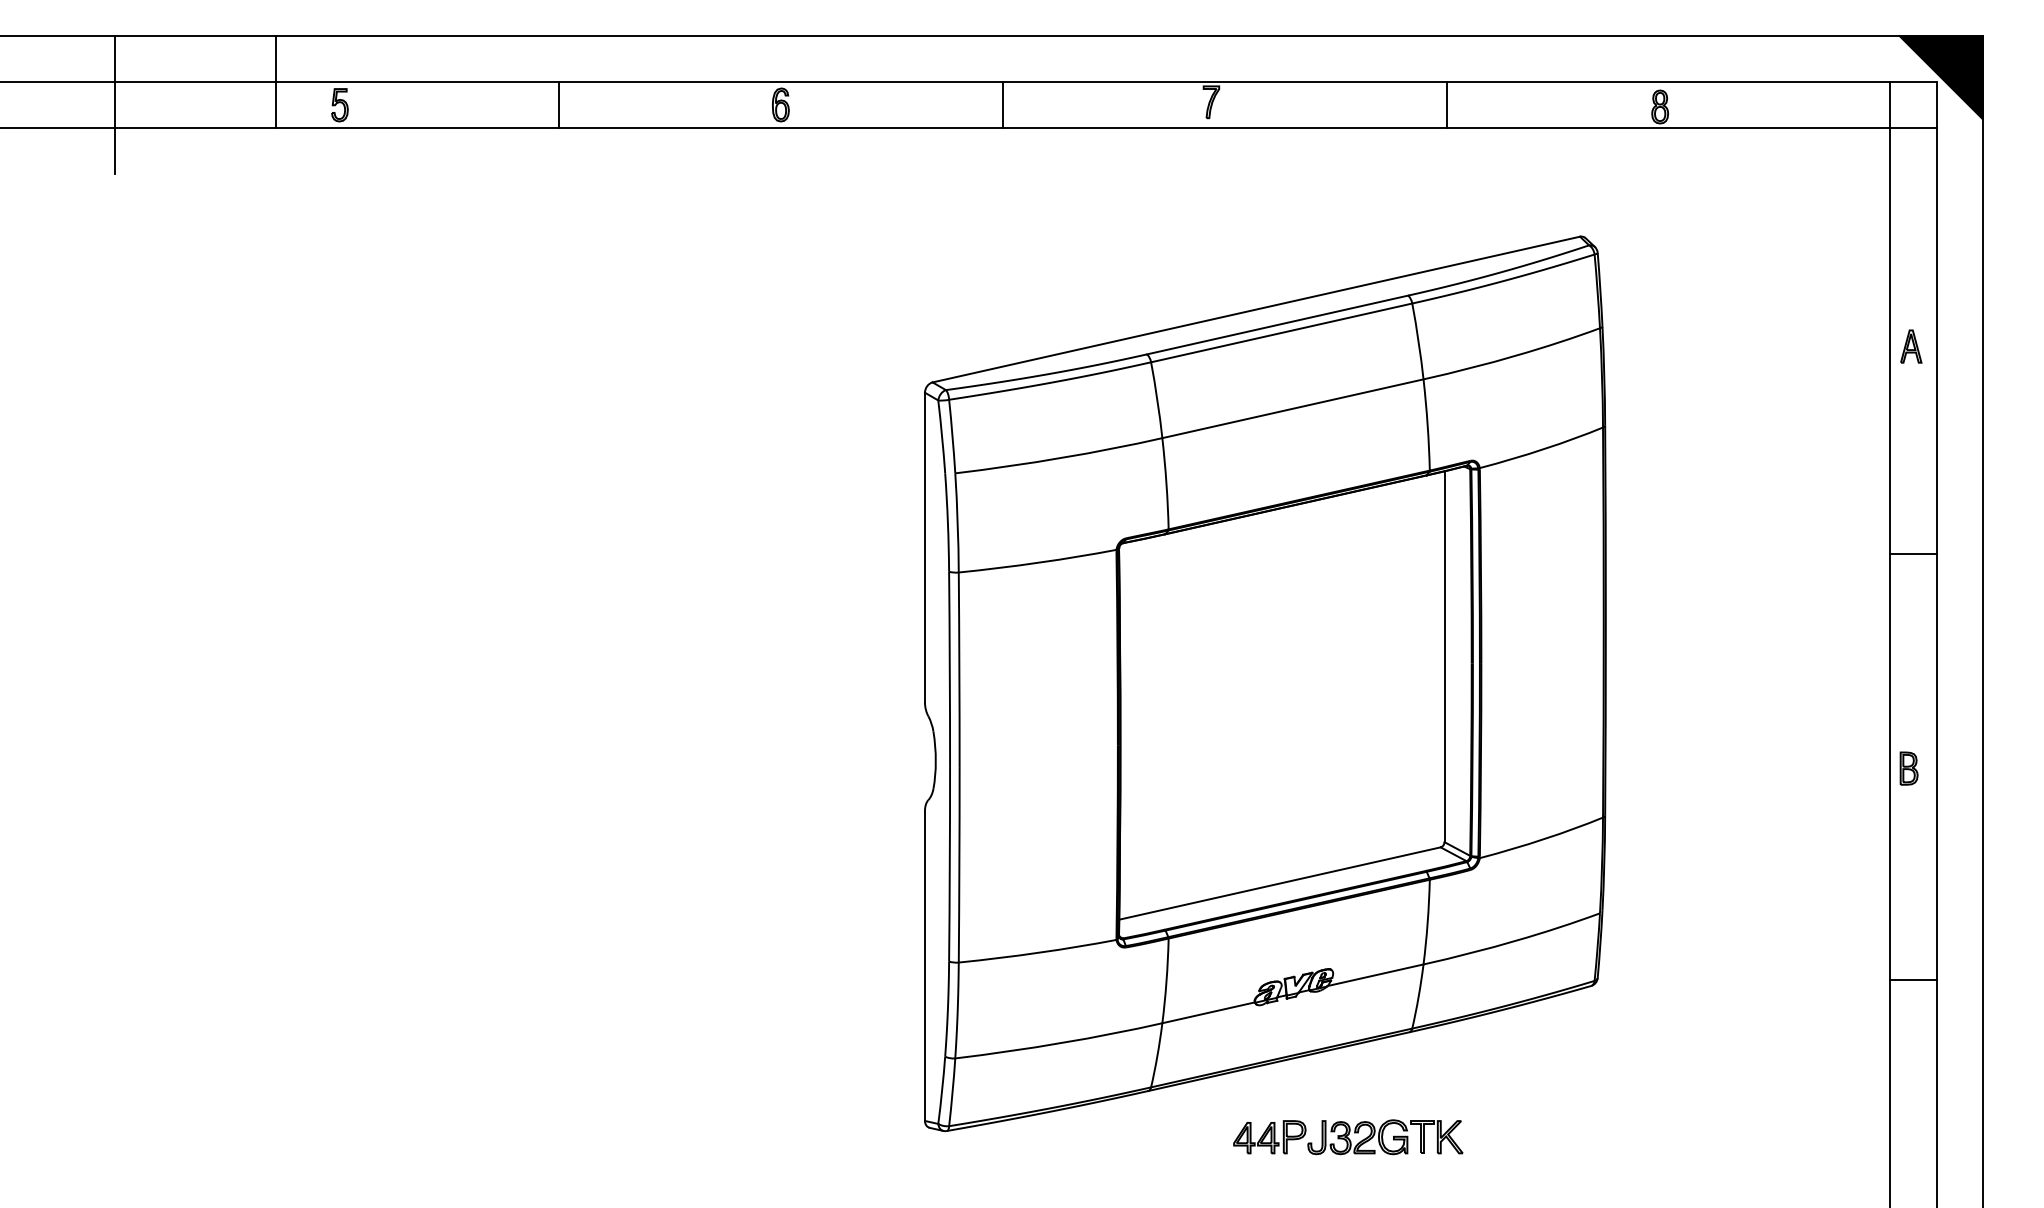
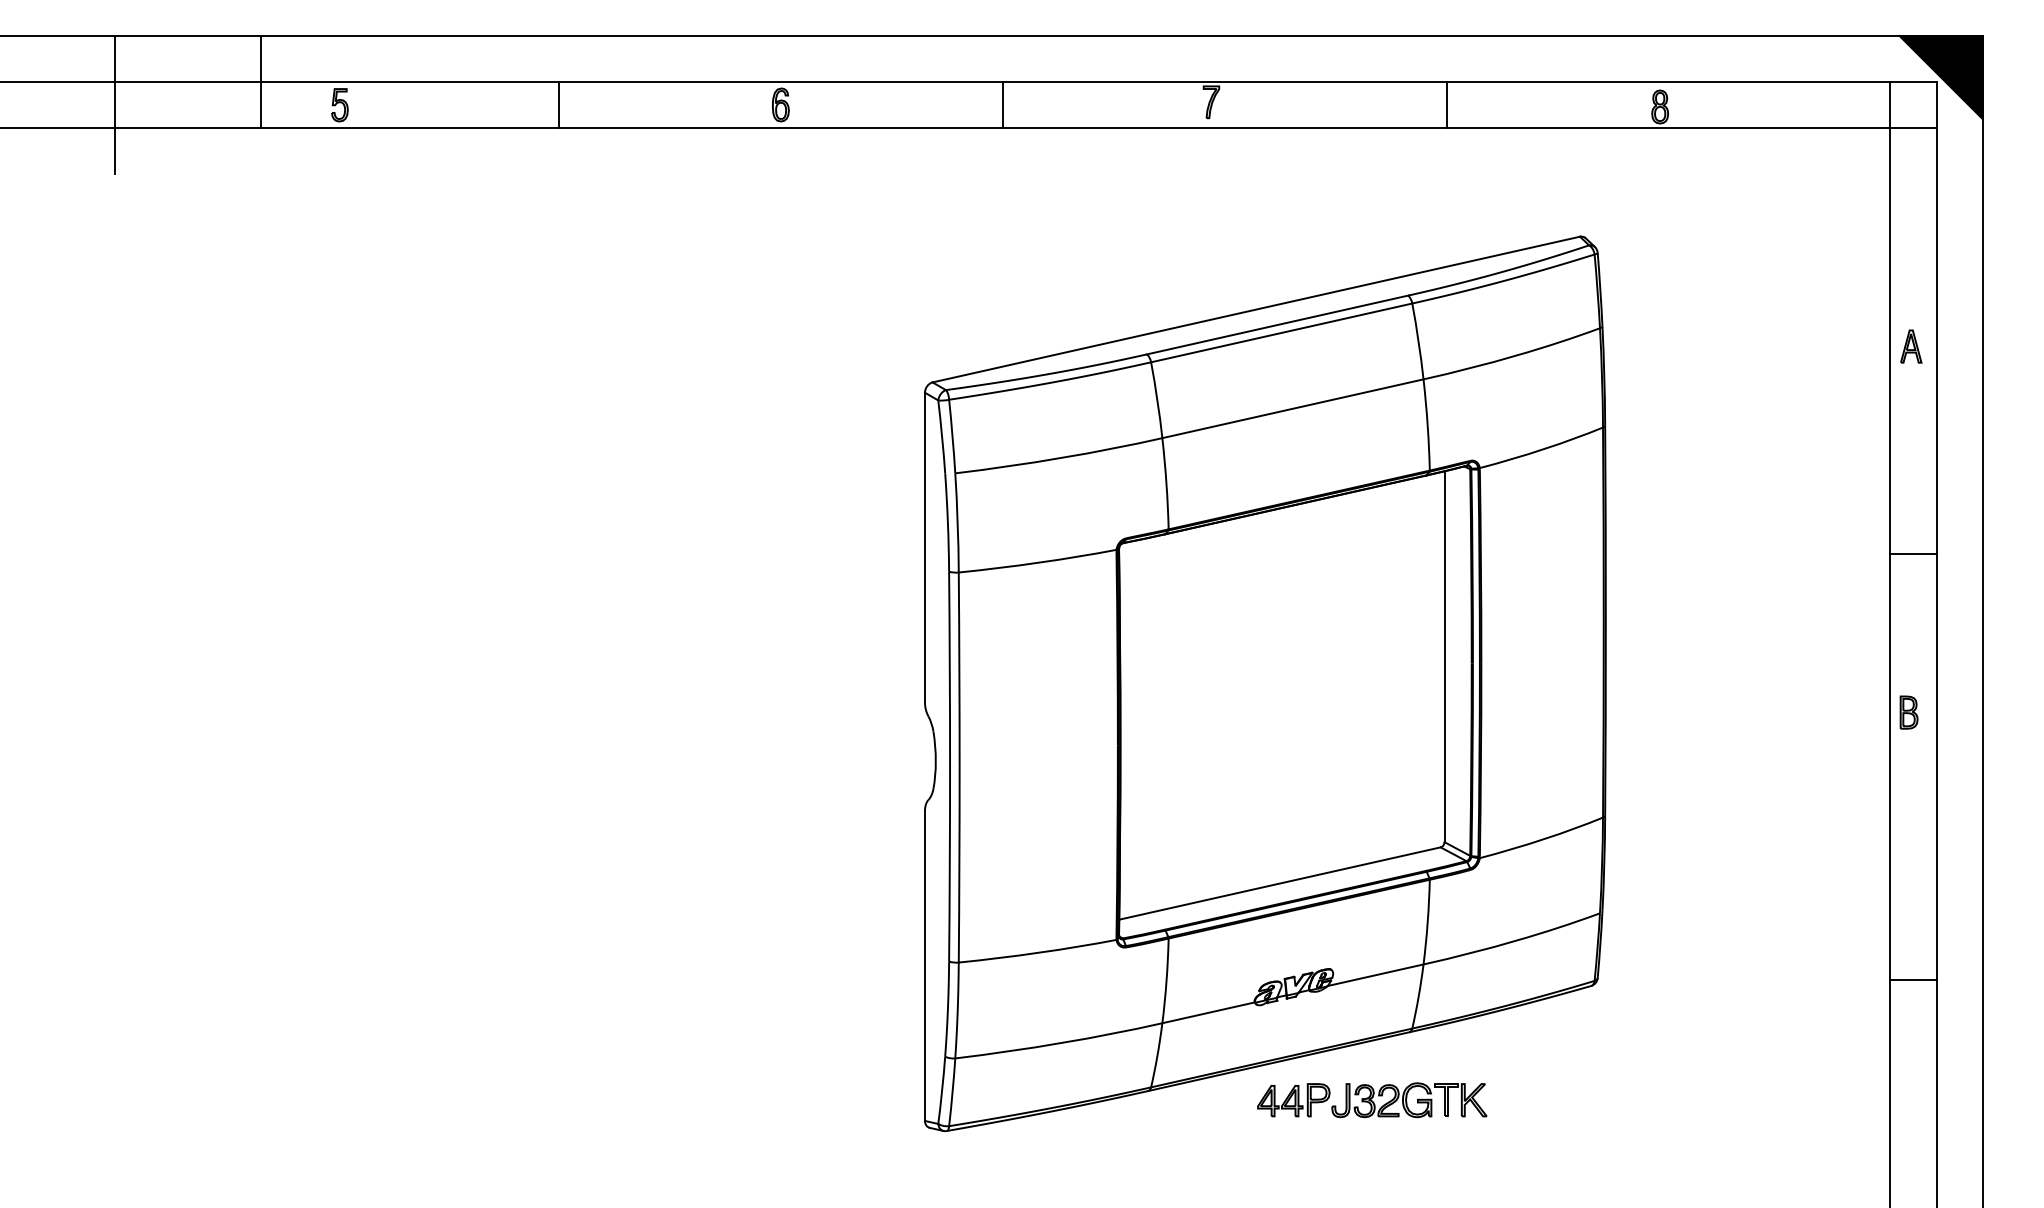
line at (276, 82) position: (276, 82) -> (261, 82)
part at (1908, 768) position: (1908, 768) -> (1908, 712)
part at (1348, 1137) position: (1348, 1137) -> (1372, 1100)
